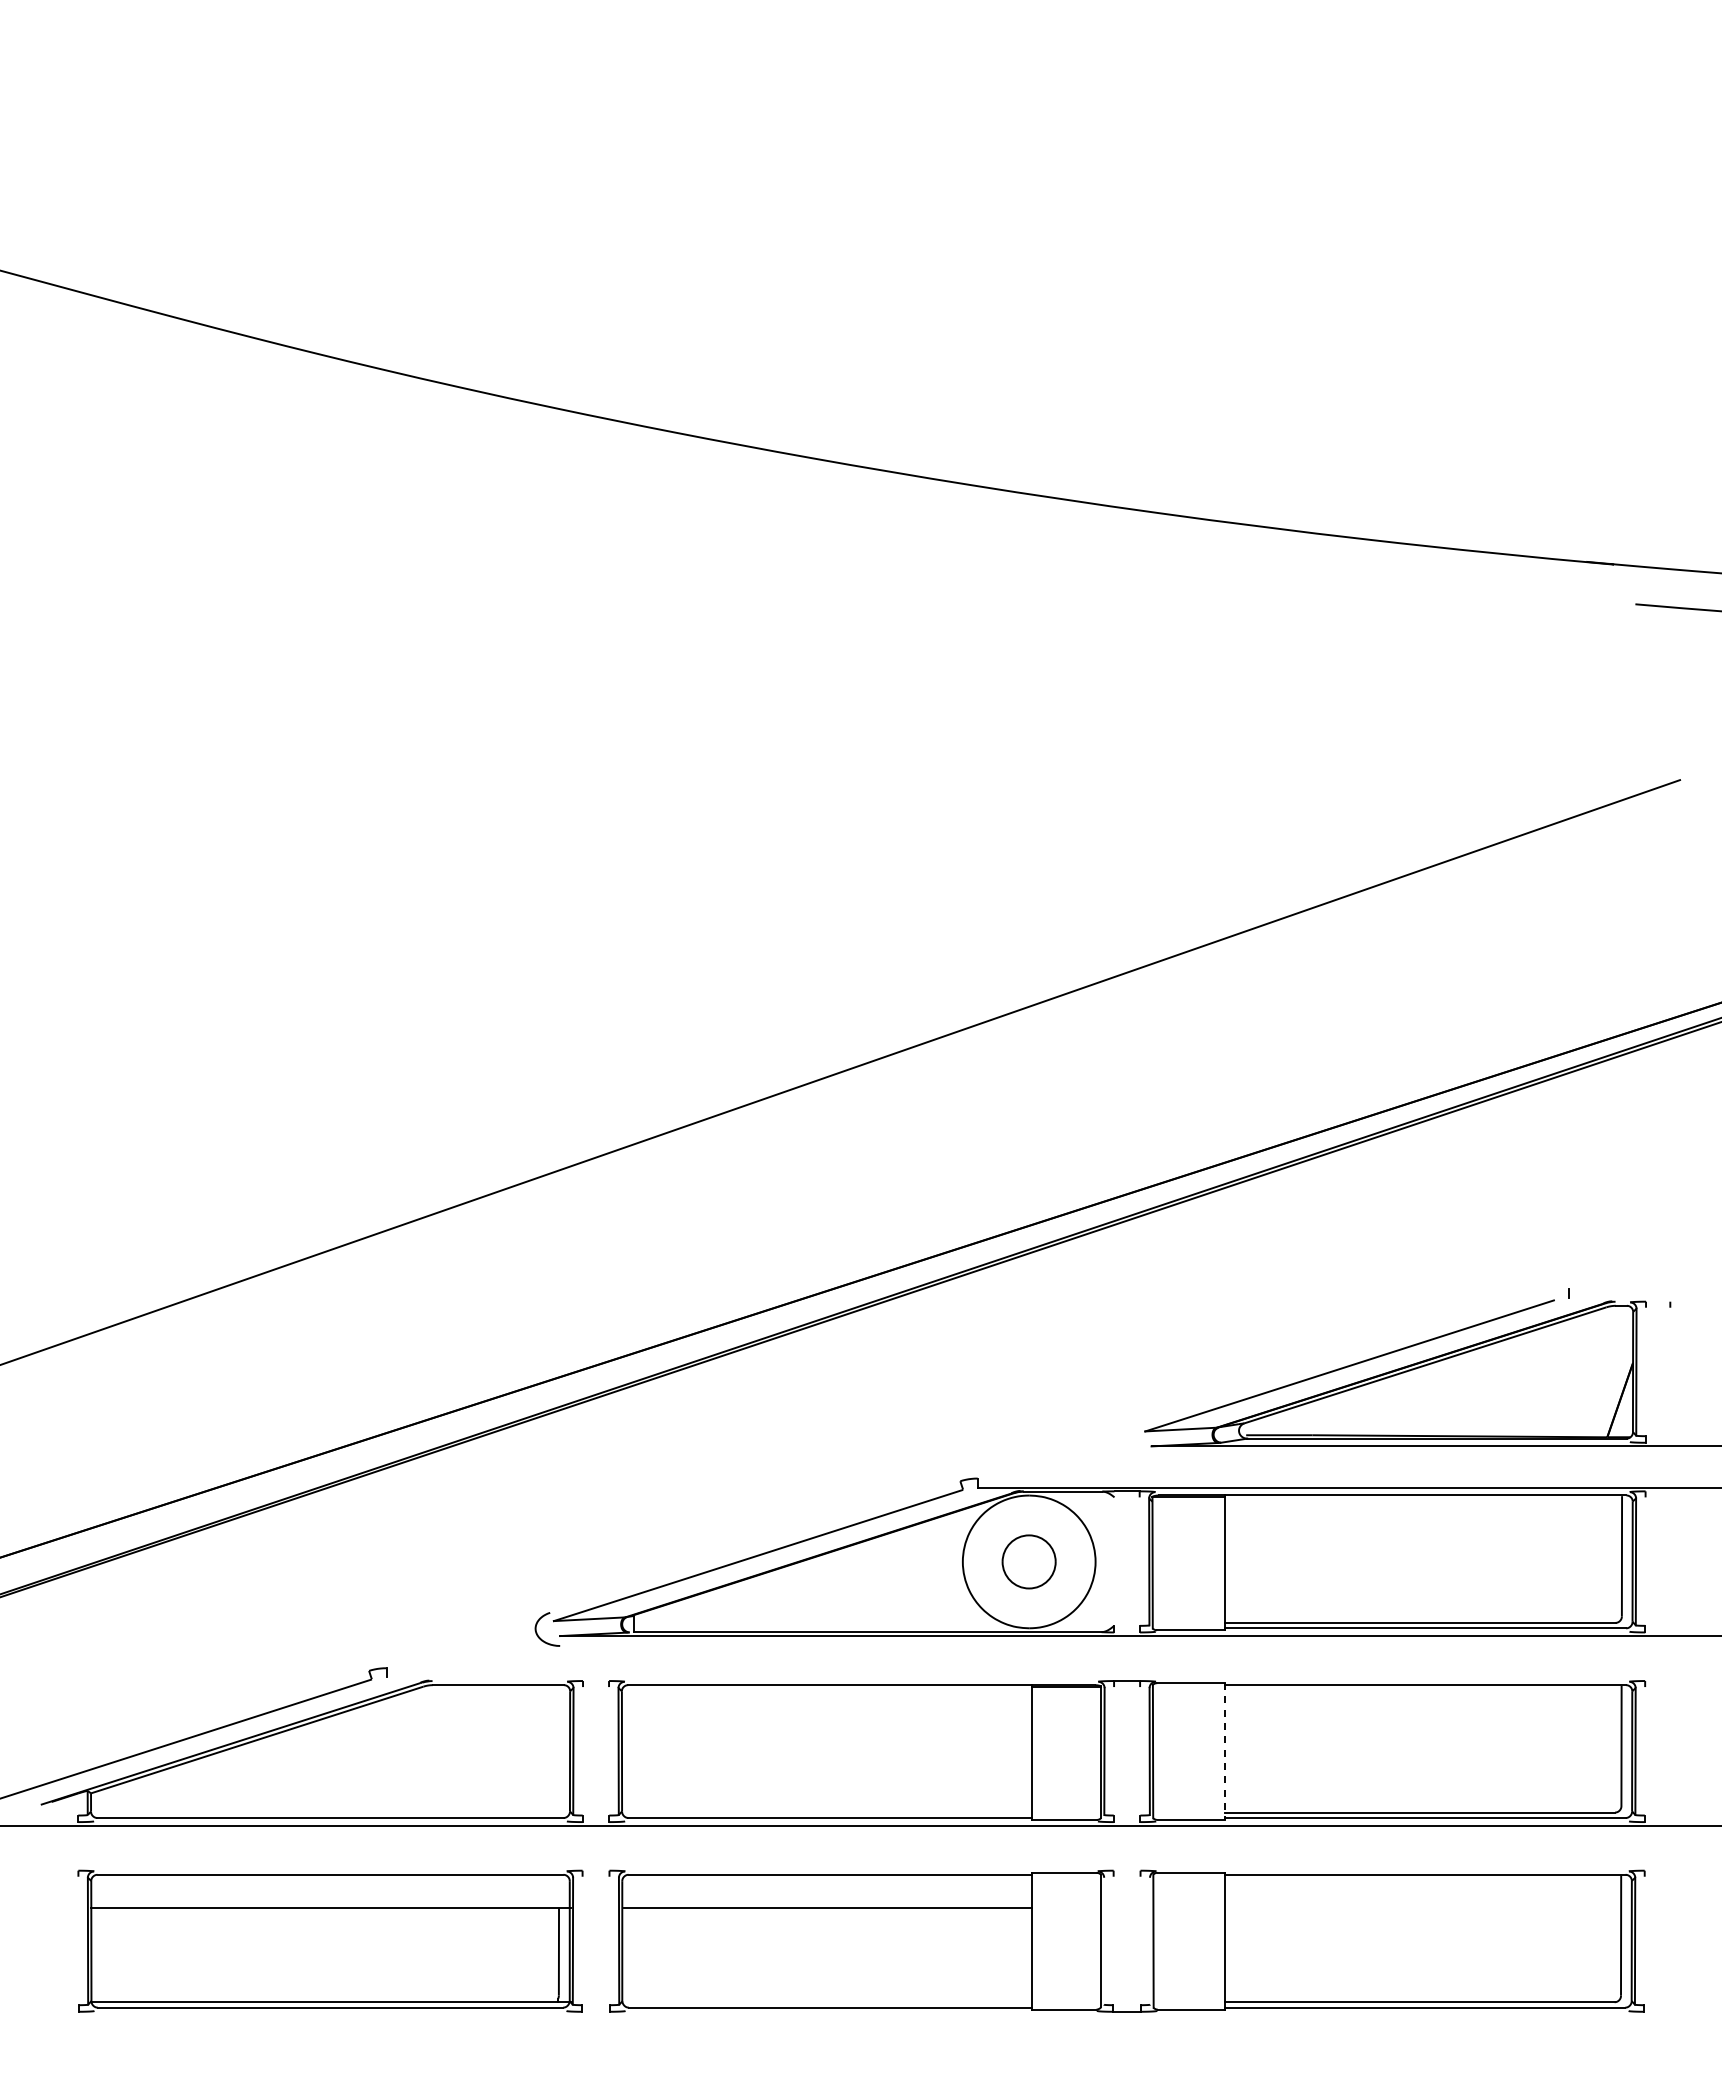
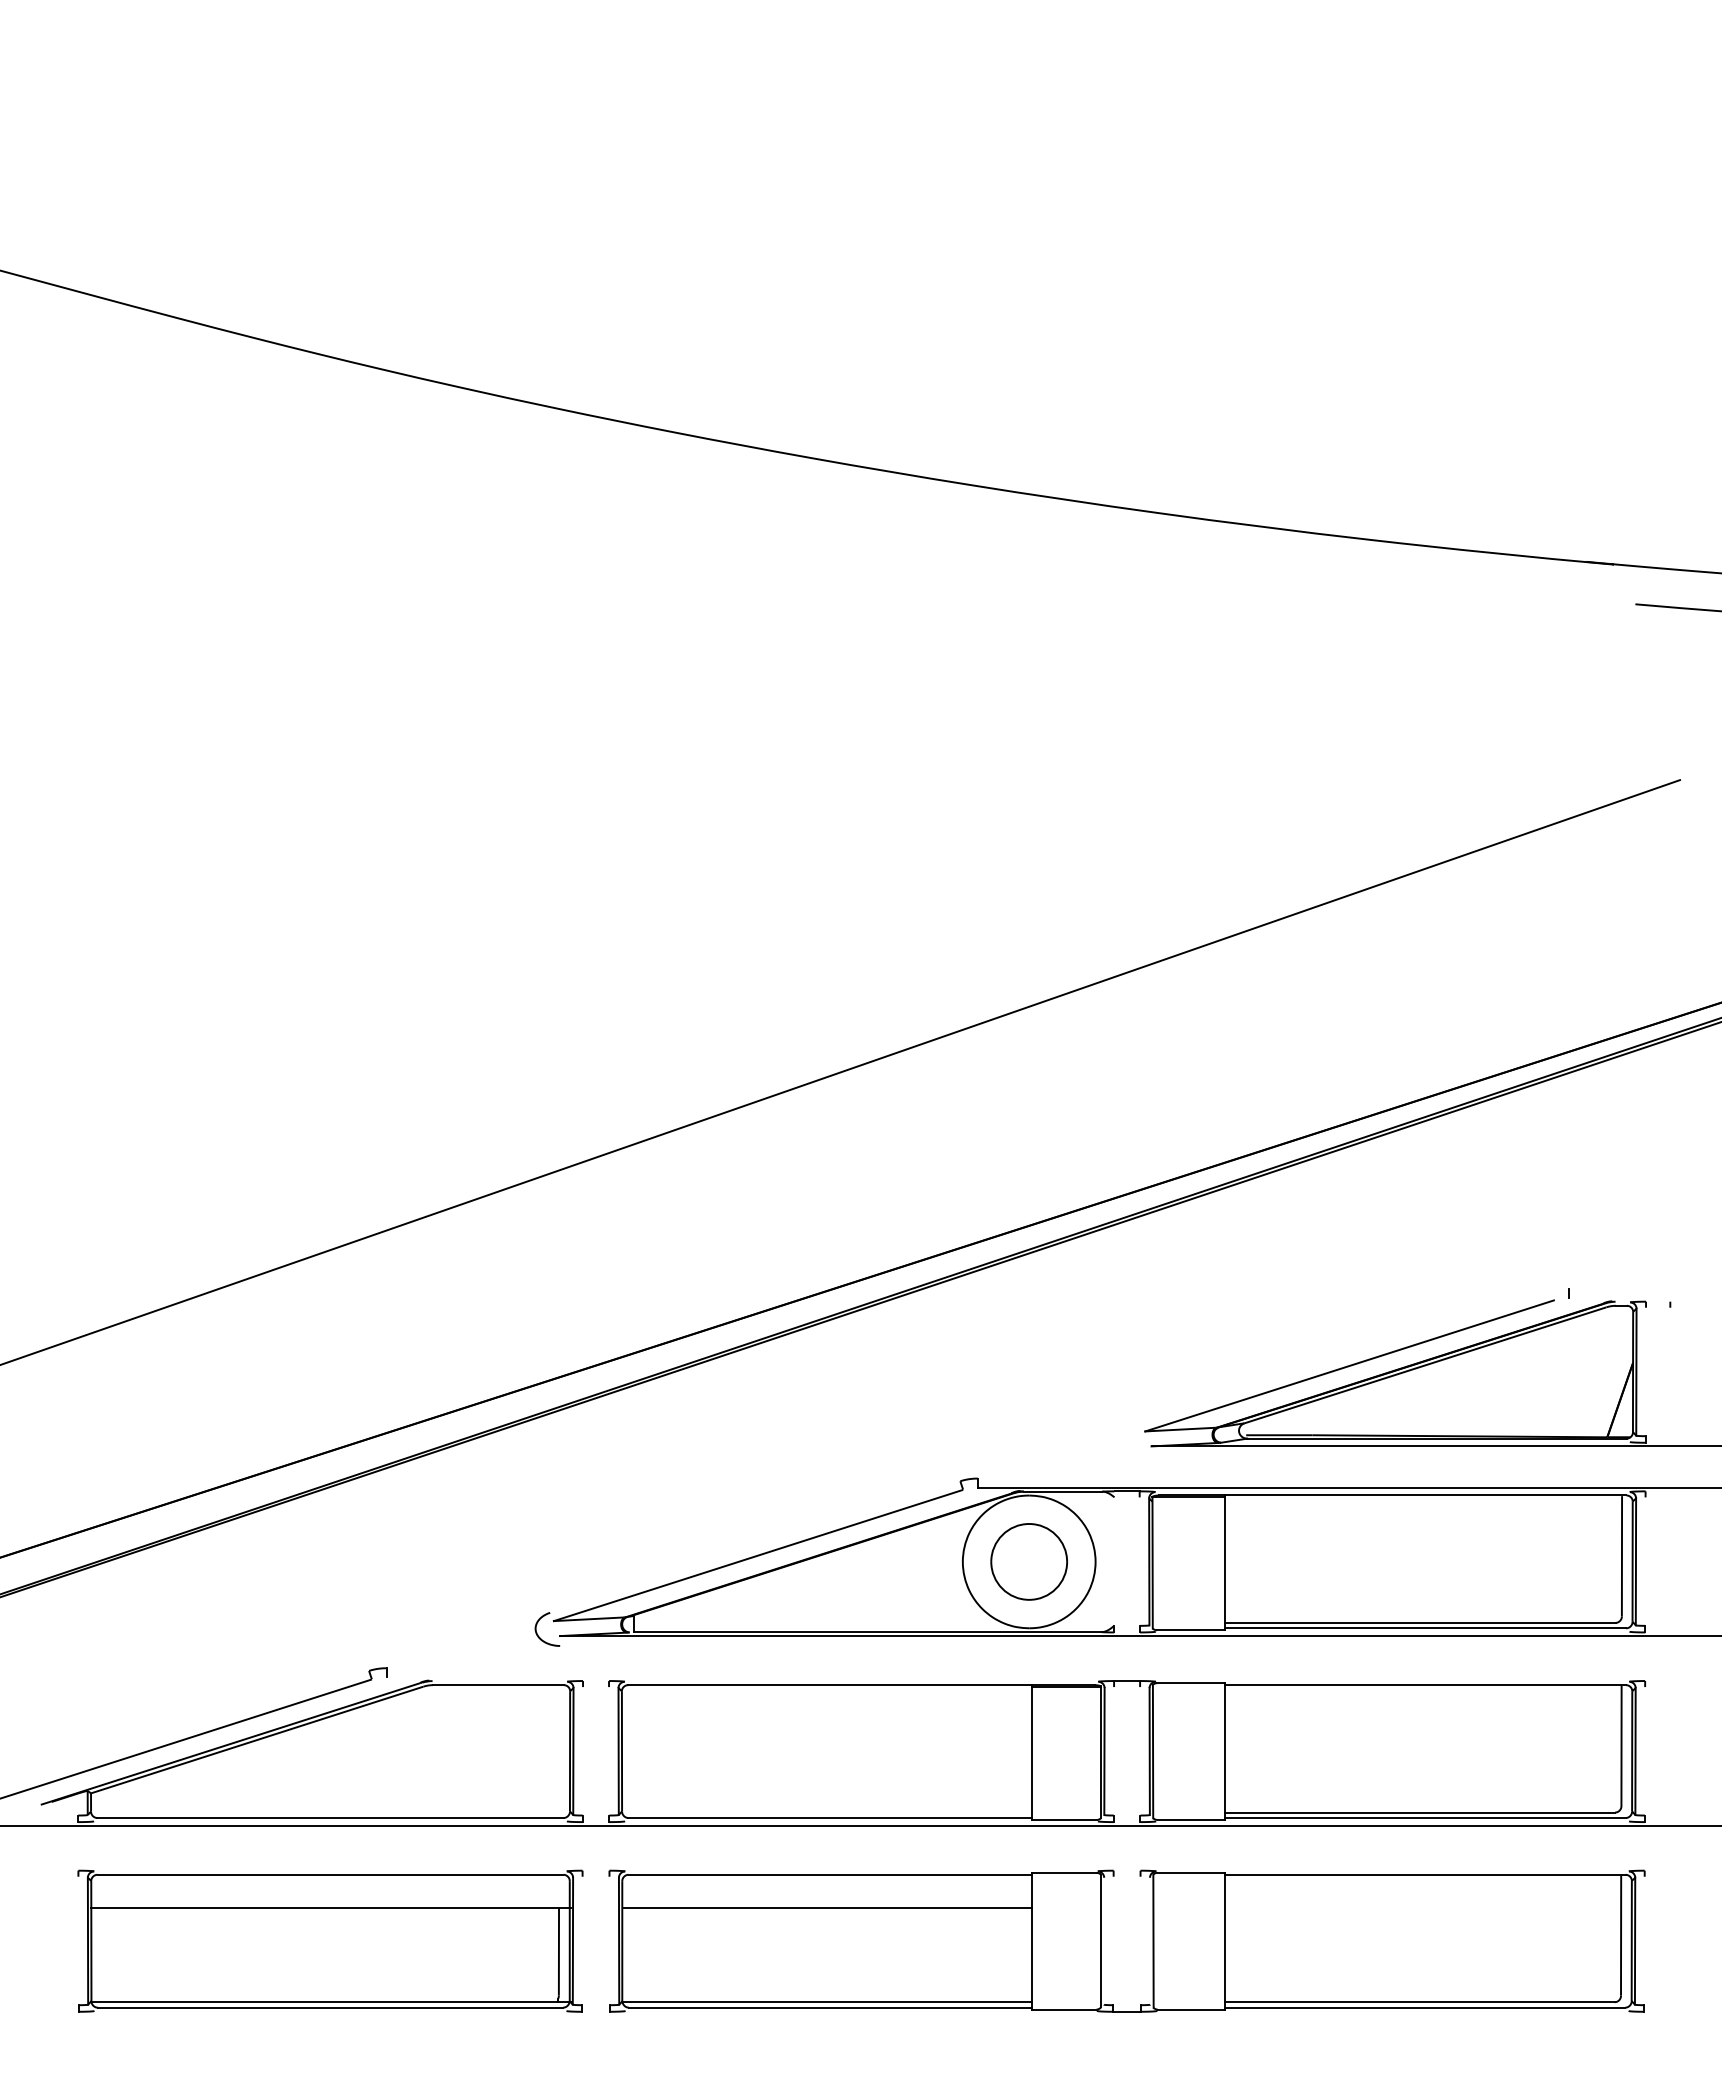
part at (1028, 1561) size: 56x56 px -> 78x78 px
line at (1225, 1752): dashed -> solid
line at (828, 2001): none -> present
